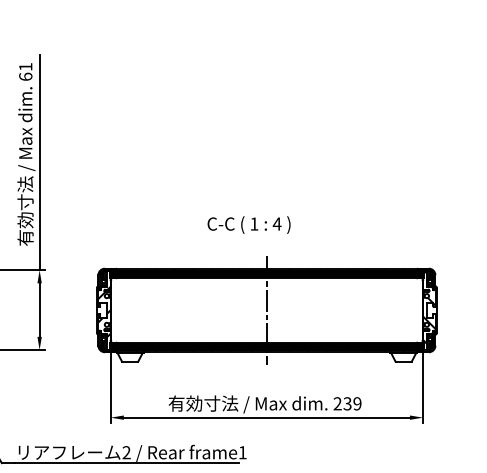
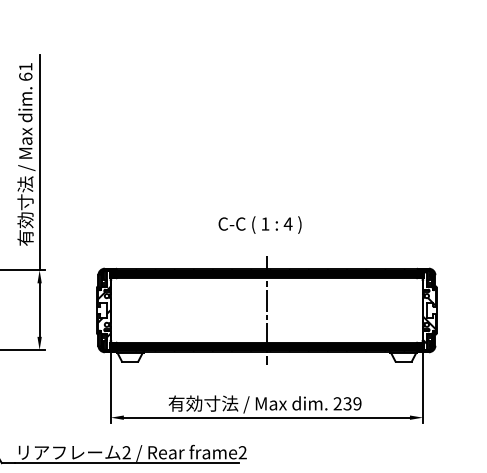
text at (248, 224) position: (248, 224) -> (259, 224)
text at (242, 452): frame1 -> frame2
